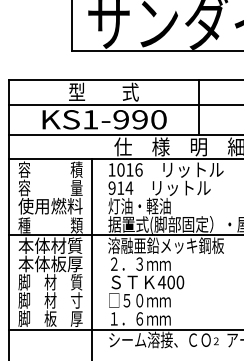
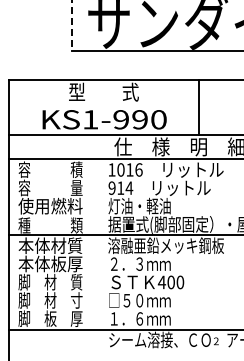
line at (71, 26): solid -> dashed
line at (124, 104): present -> none
line at (92, 258): present -> none
